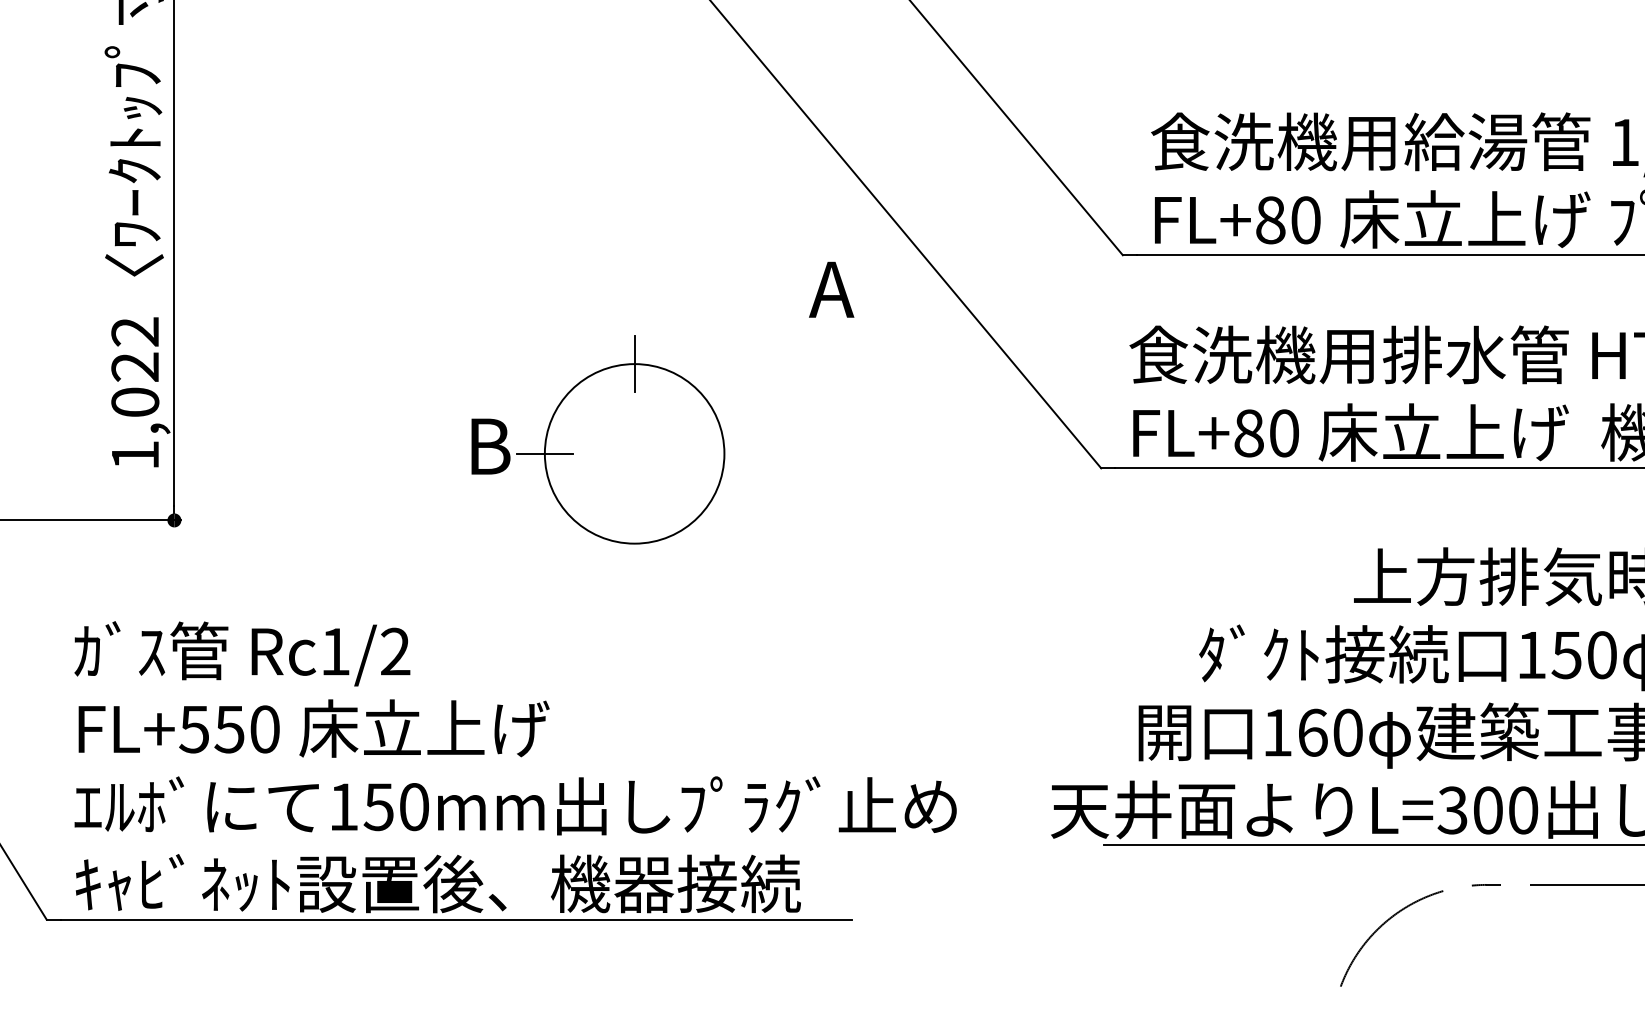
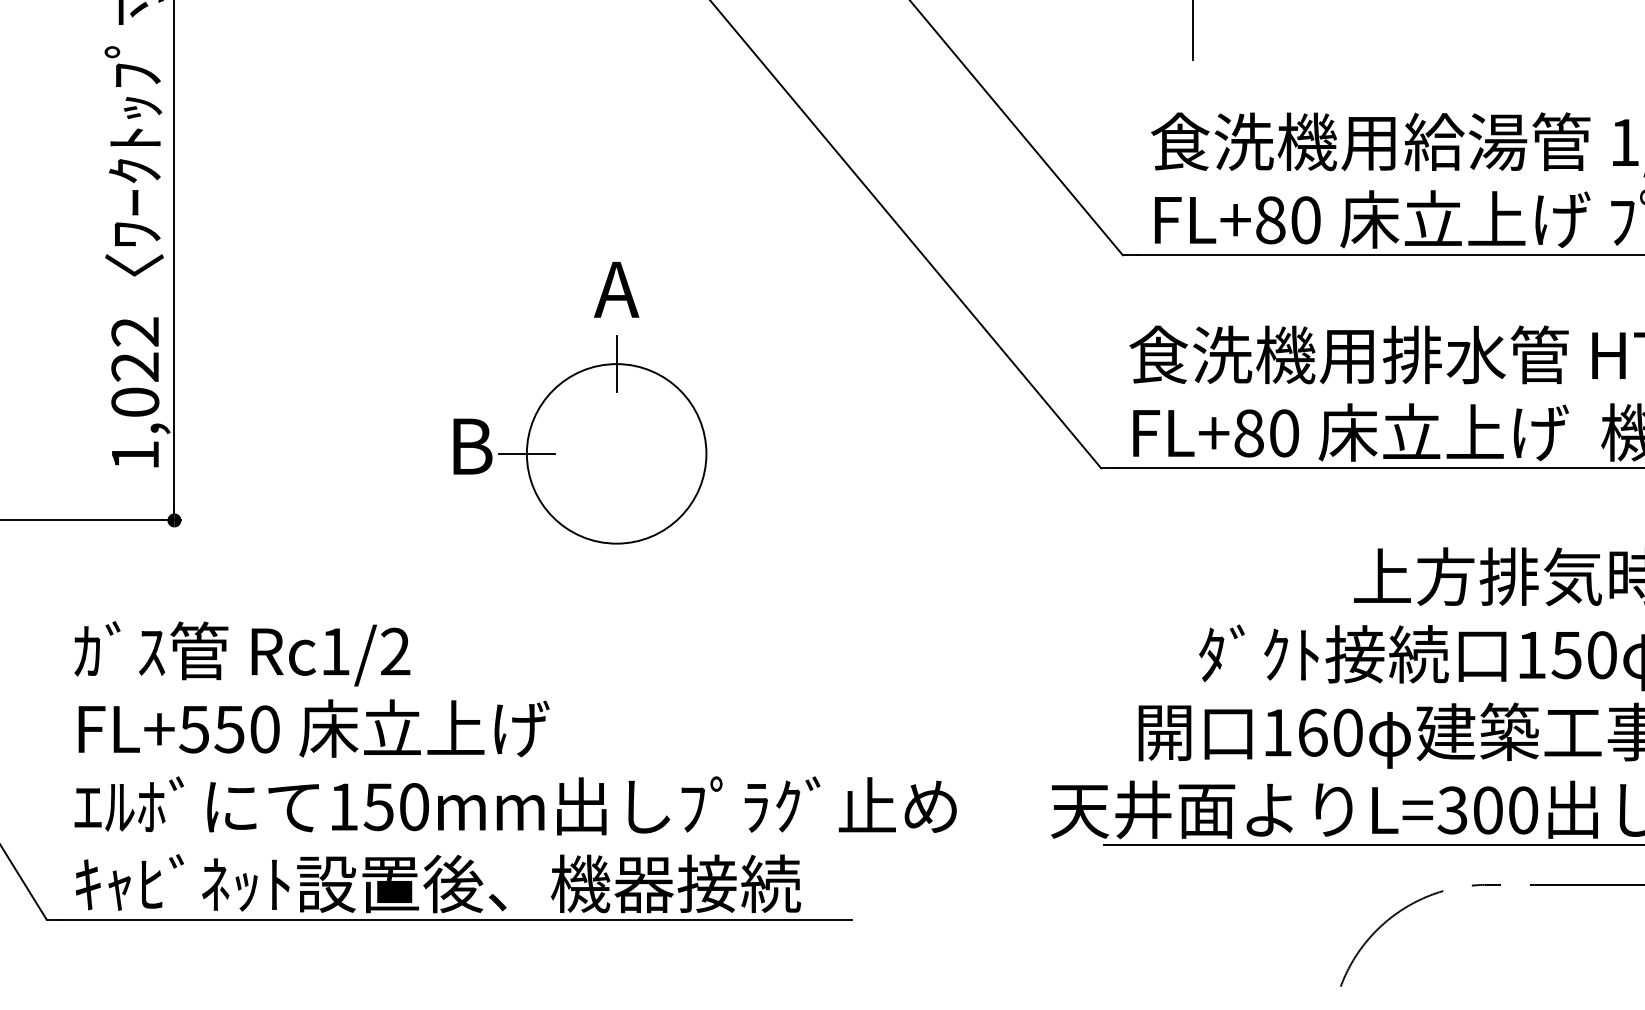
line at (1192, 30): none -> present
text at (831, 289) position: (831, 289) -> (616, 289)
part at (598, 439) position: (598, 439) -> (580, 439)
